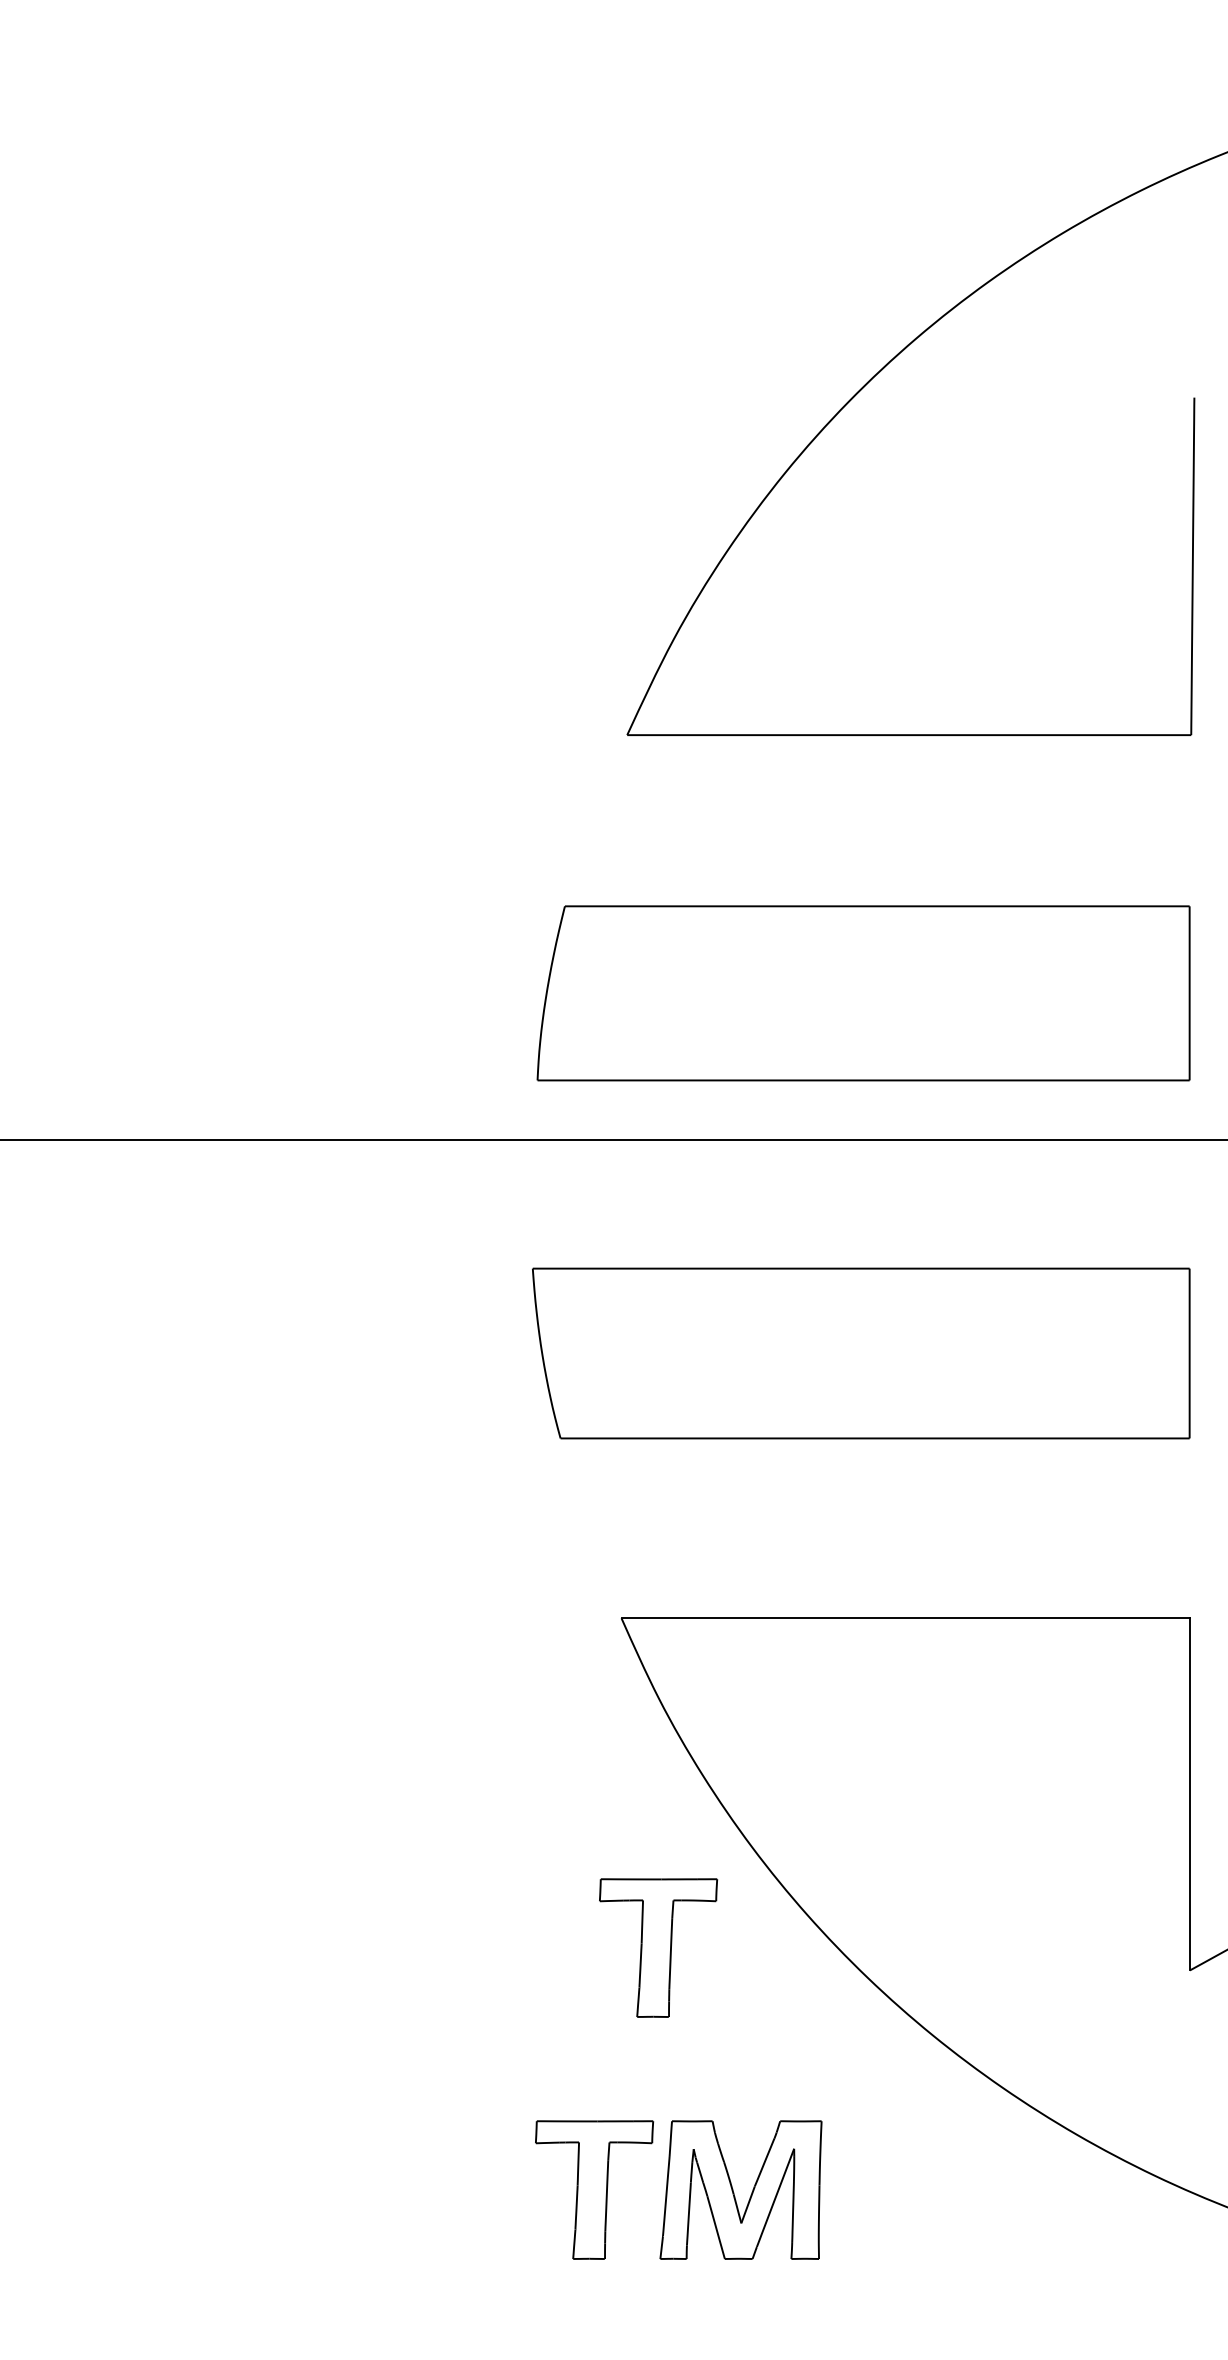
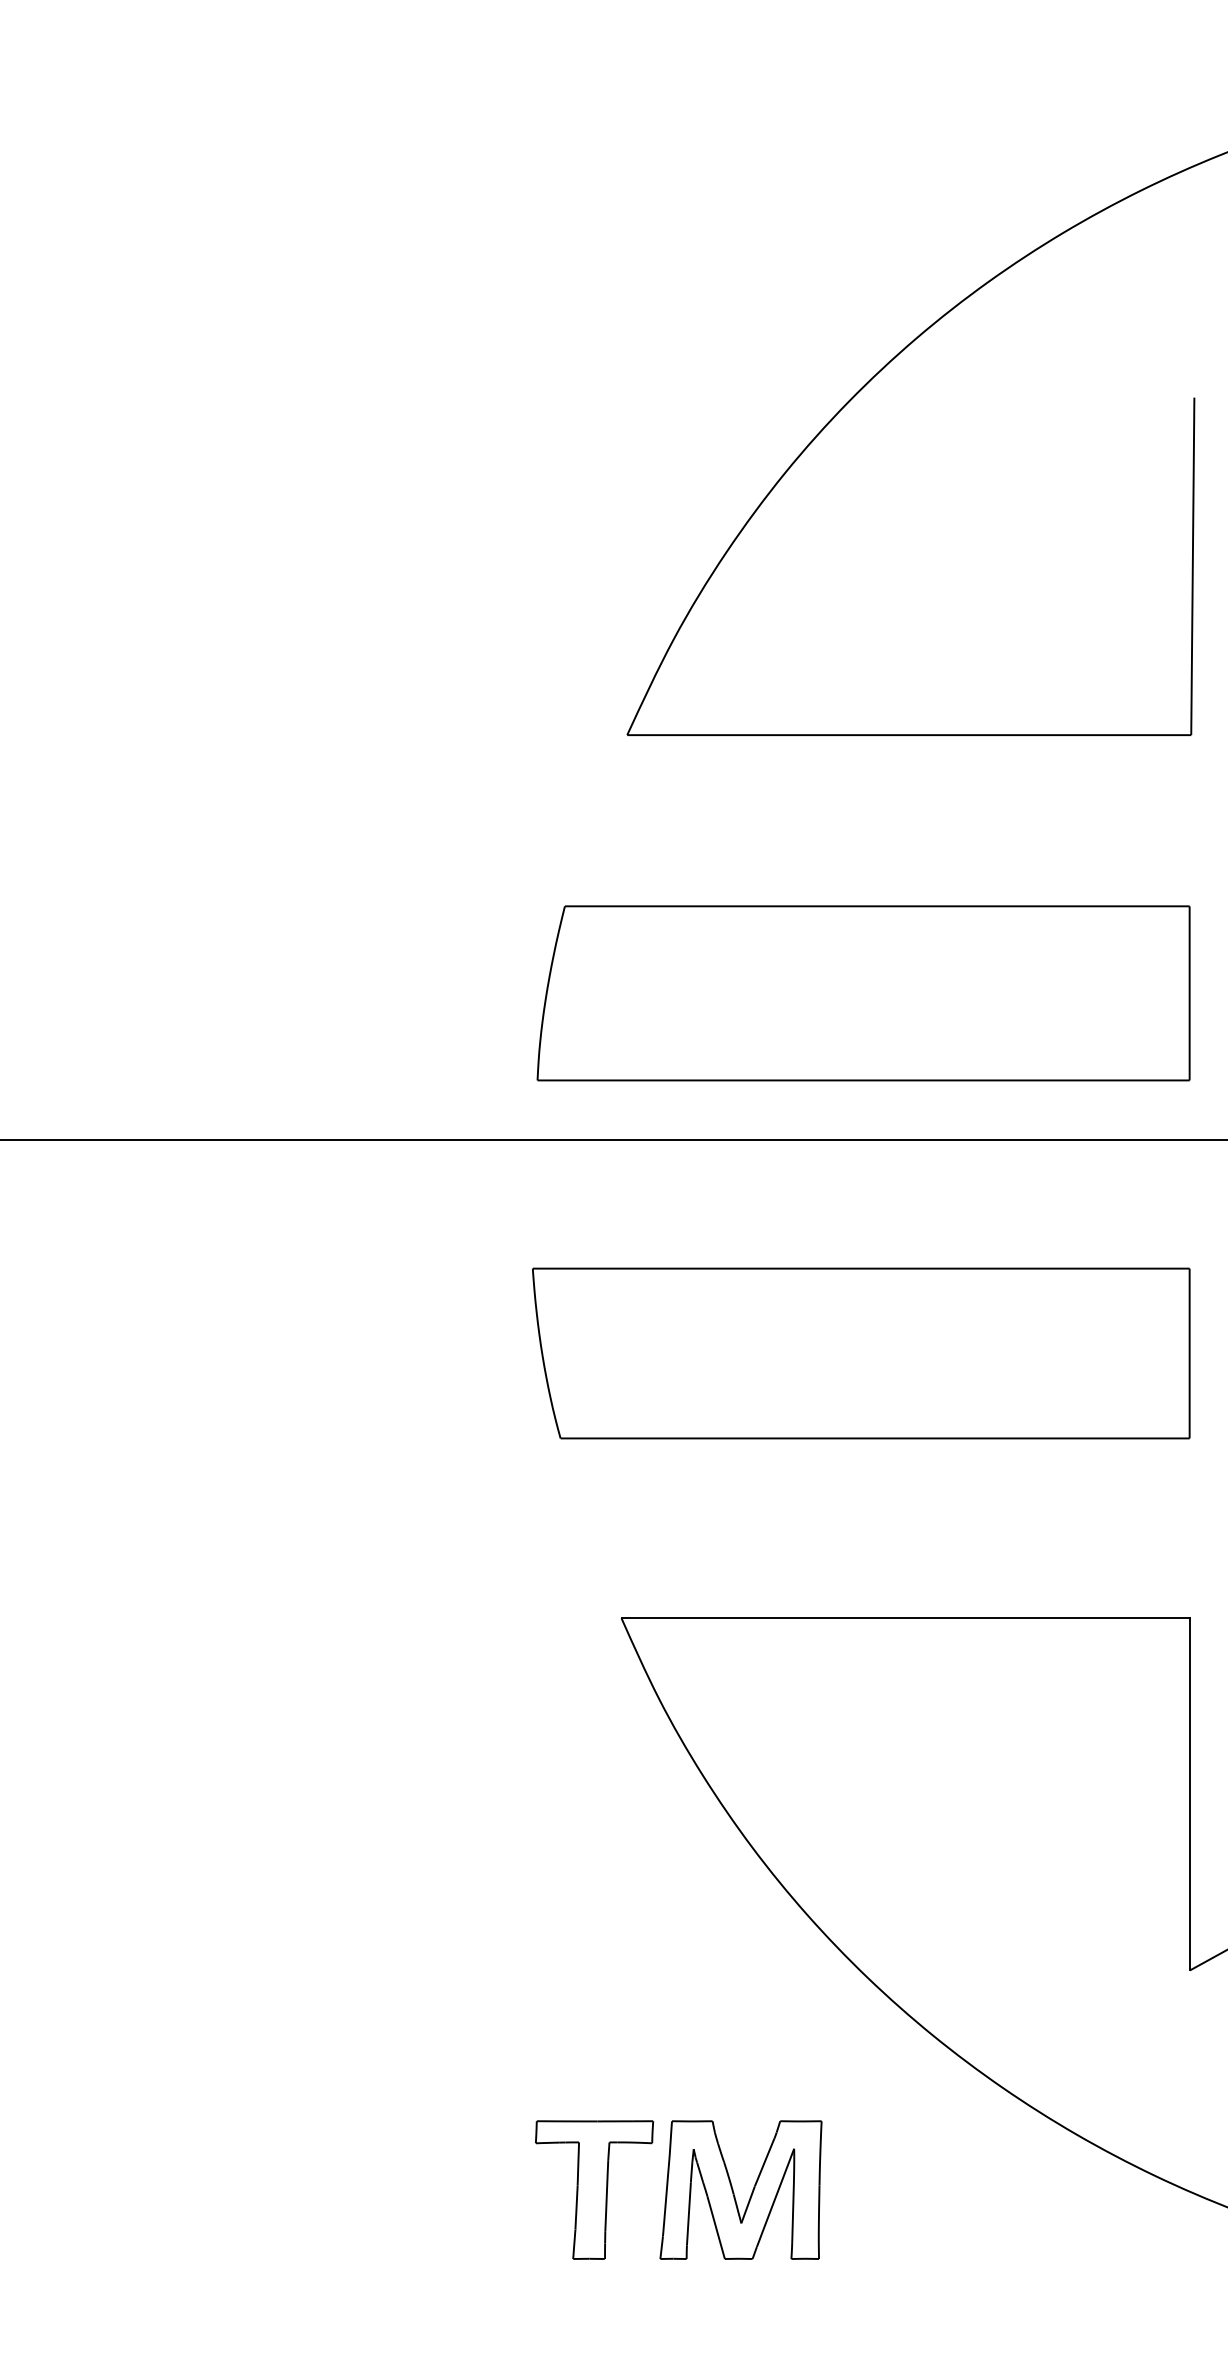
part at (658, 1947): present -> none
